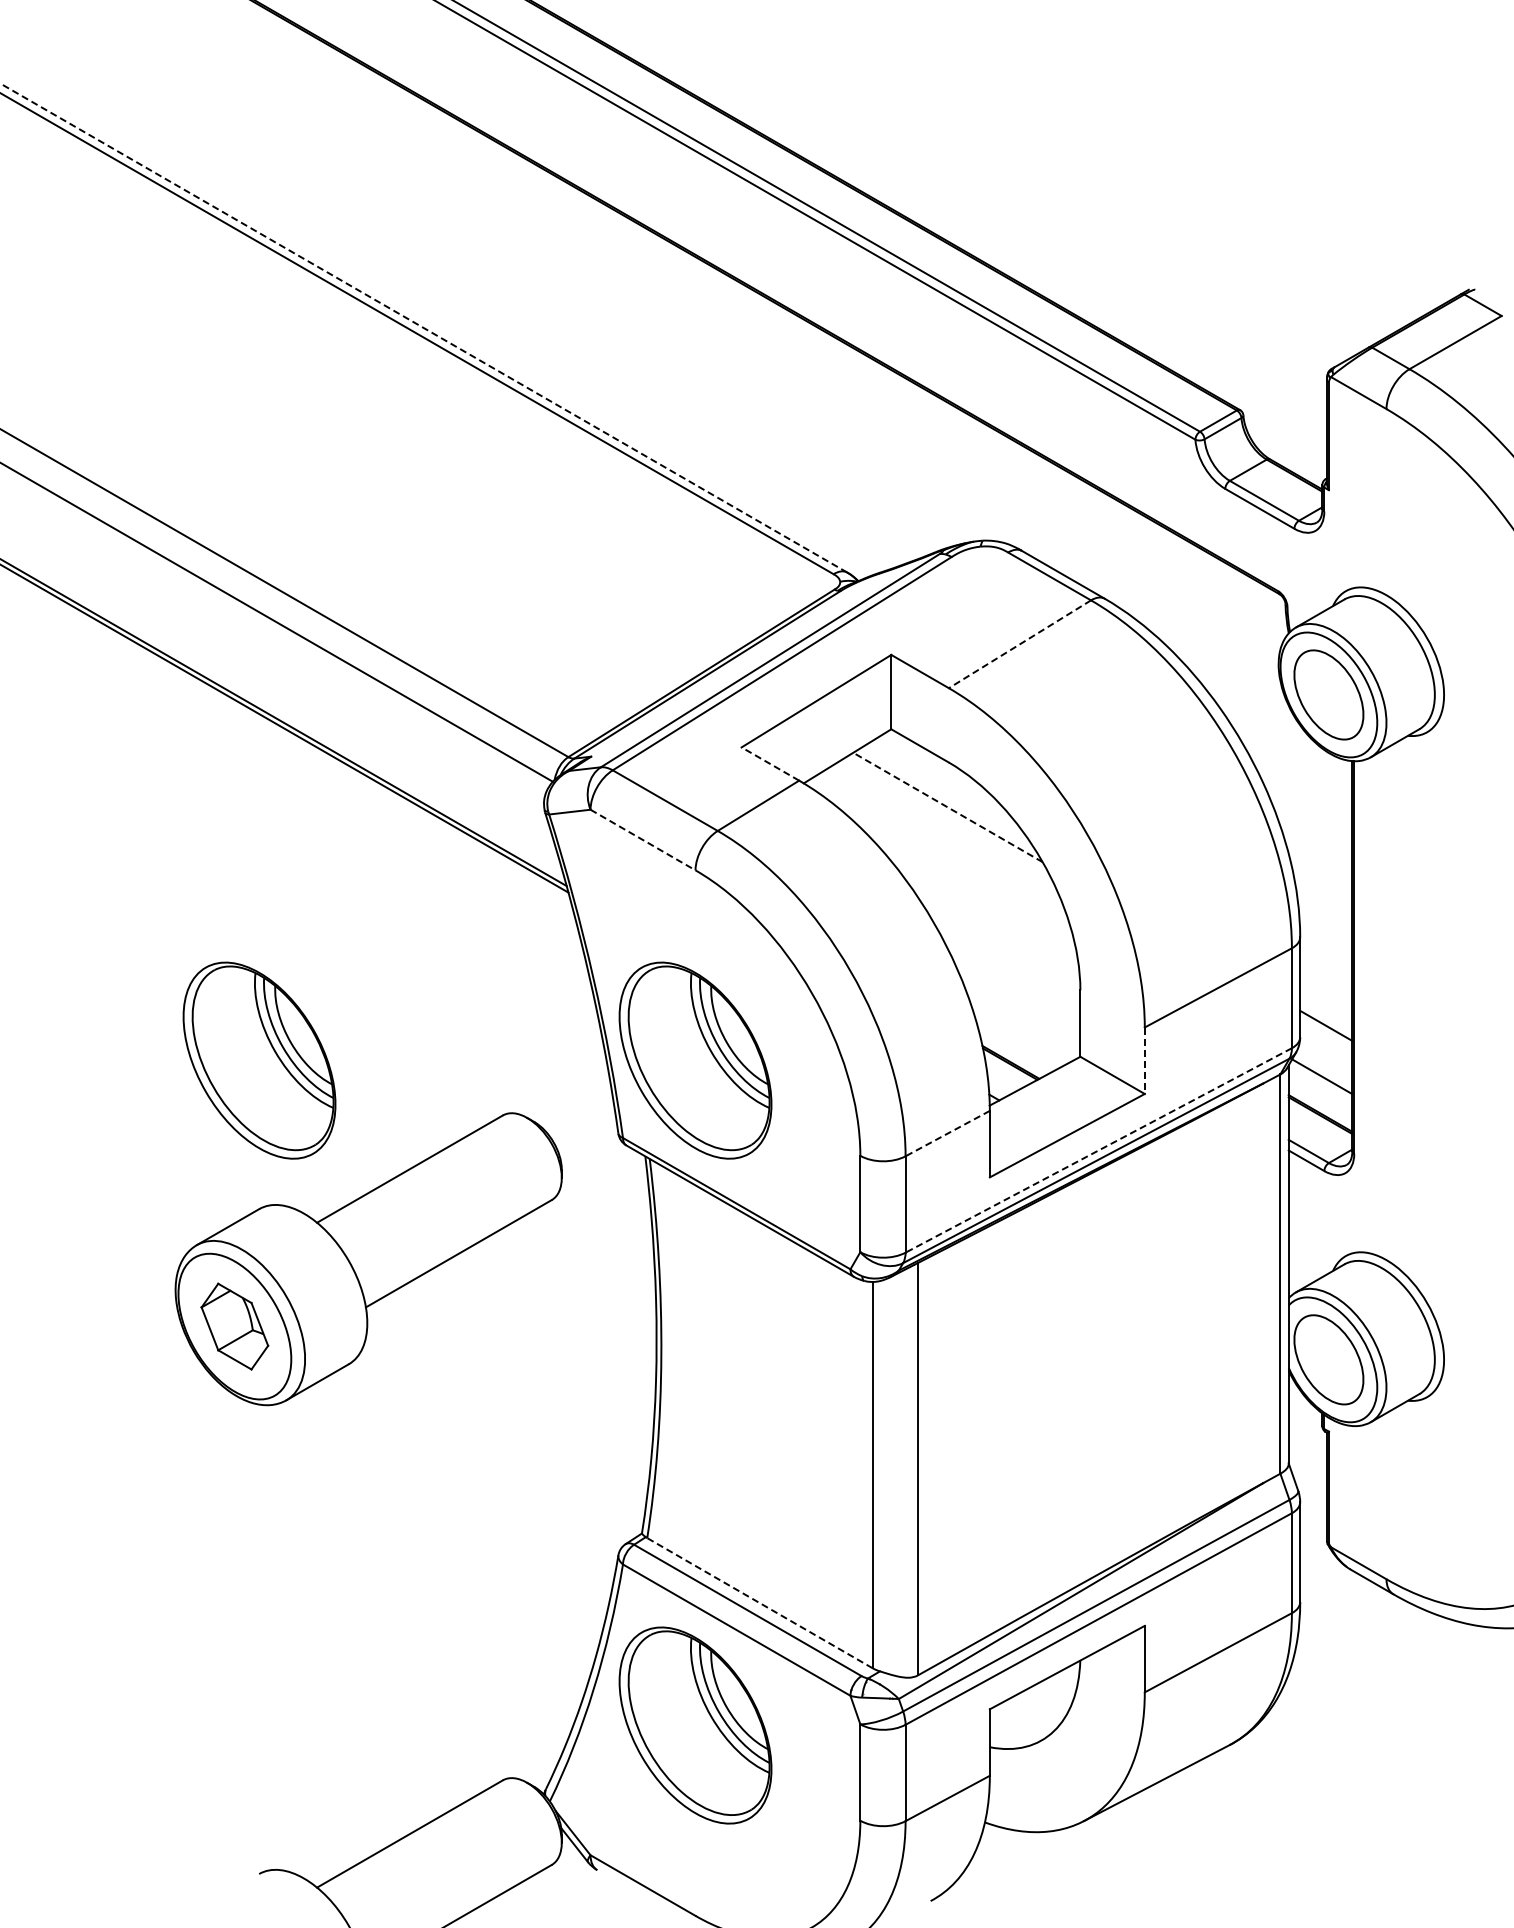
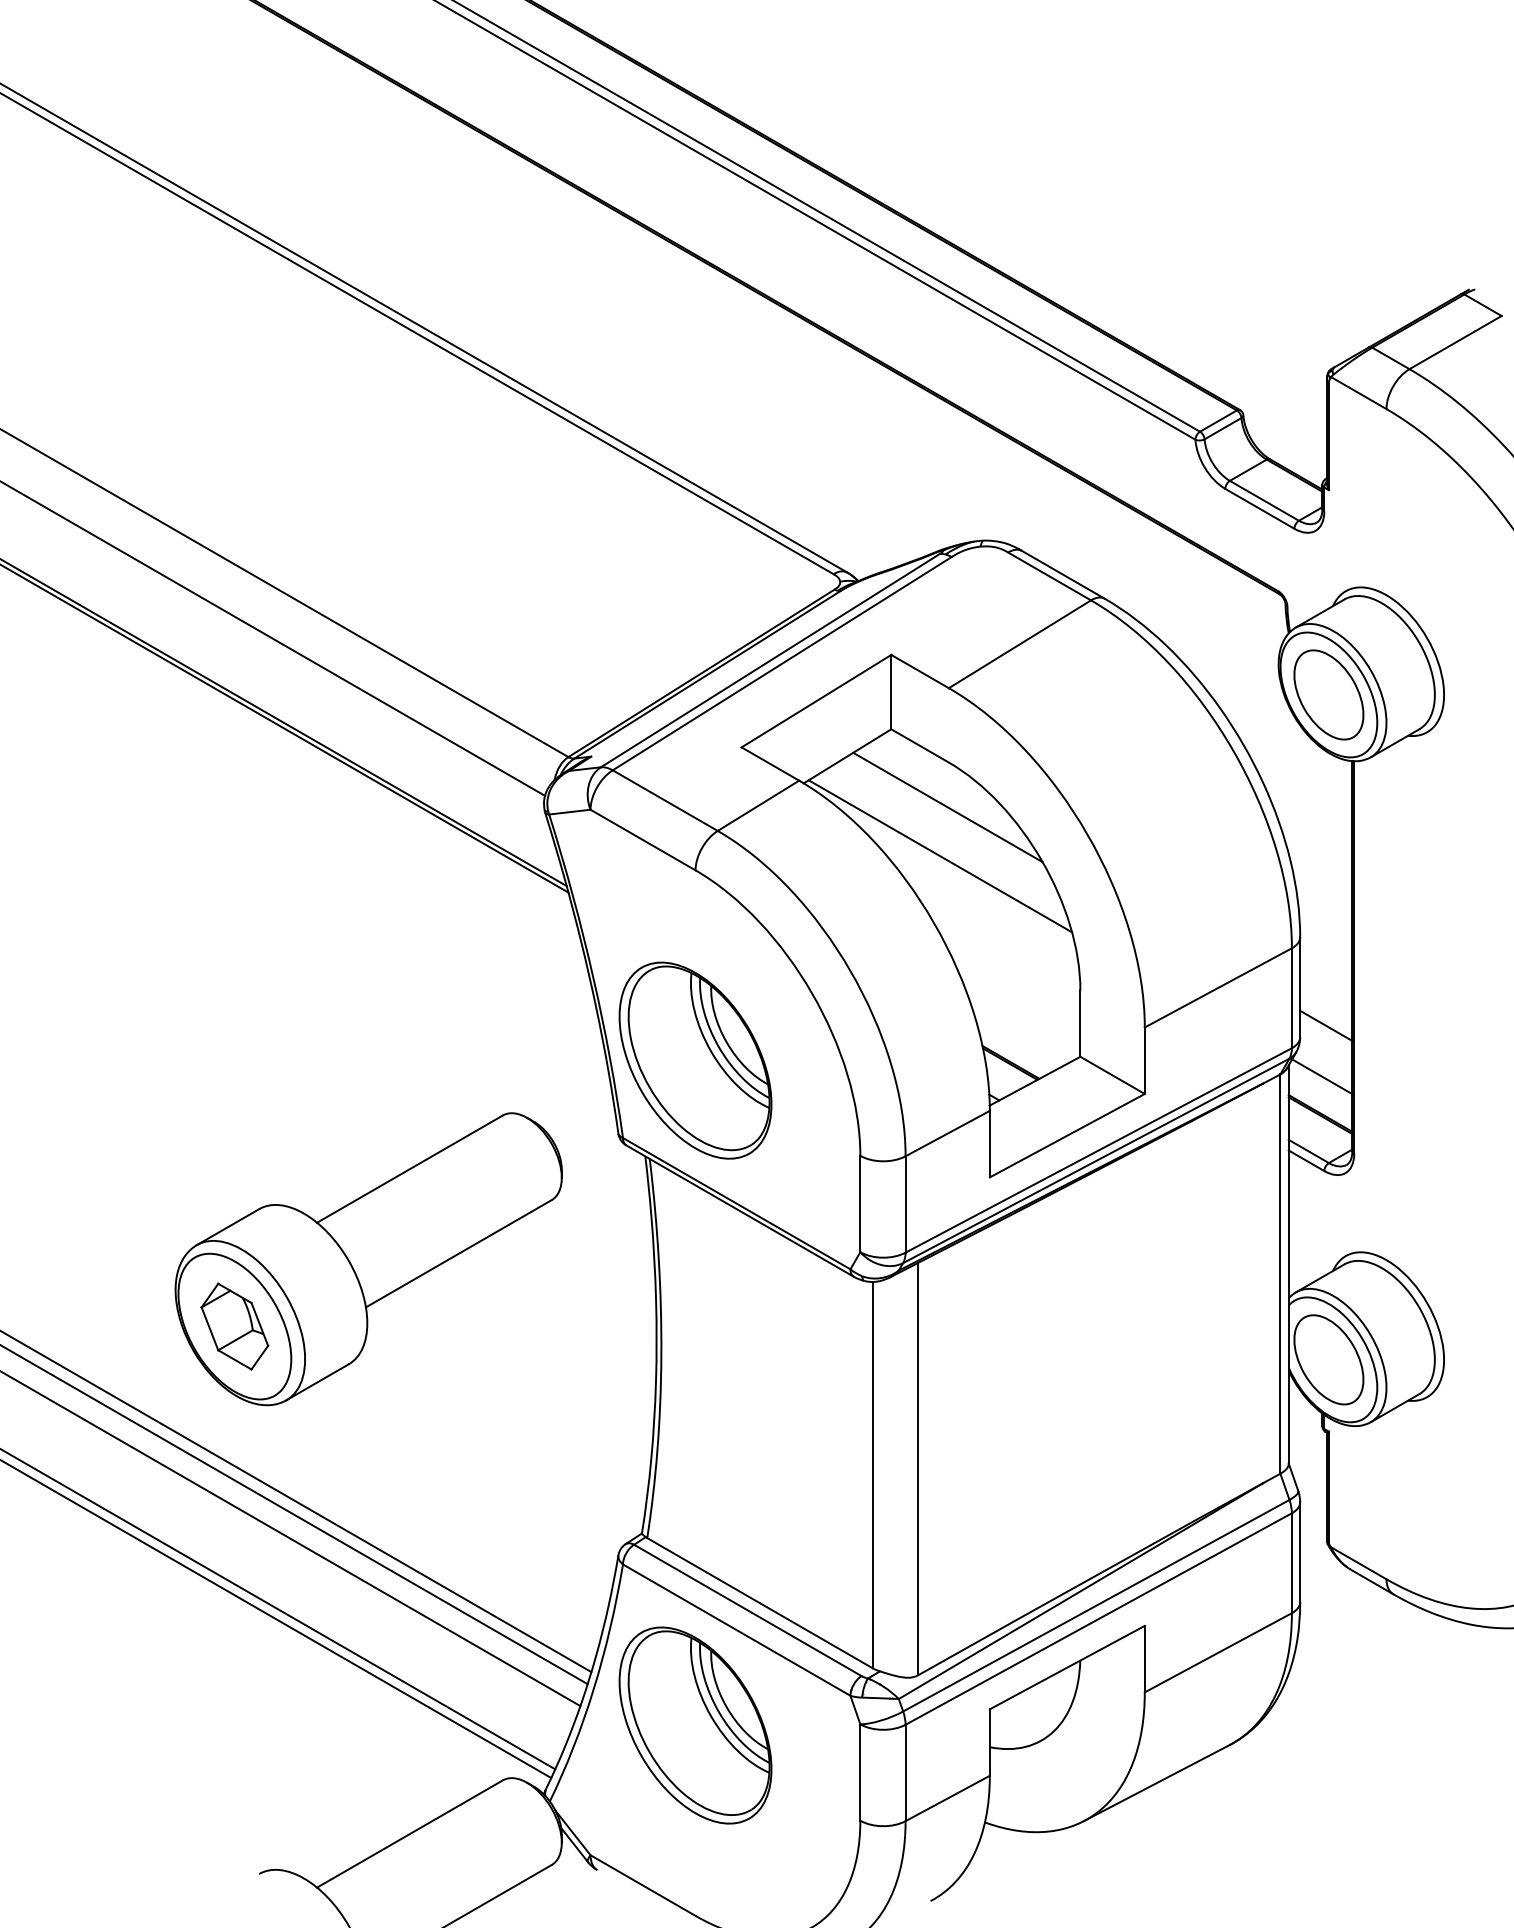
line at (423, 328): dashed -> solid
line at (277, 622) position: (277, 622) -> (273, 638)
line at (1019, 644): dashed -> solid
line at (769, 763): dashed -> solid
line at (947, 807): dashed -> solid
line at (643, 840): dashed -> solid
line at (940, 856): none -> present
part at (259, 1060): present -> none
line at (1144, 1061): dashed -> solid
line at (947, 1133): dashed -> solid
line at (1098, 1150): dashed -> solid
line at (296, 1502): none -> present
line at (294, 1515): none -> present
line at (291, 1539): none -> present
line at (759, 1602): dashed -> solid
line at (278, 1609): none -> present
line at (276, 1619): none -> present
